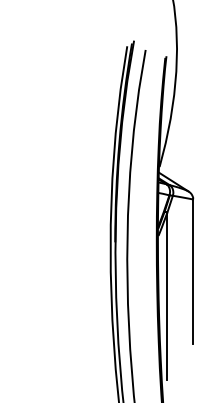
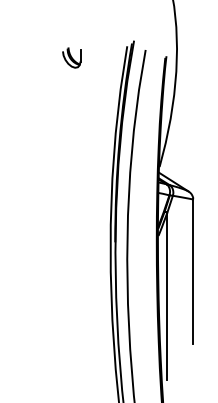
part at (71, 57): none -> present
